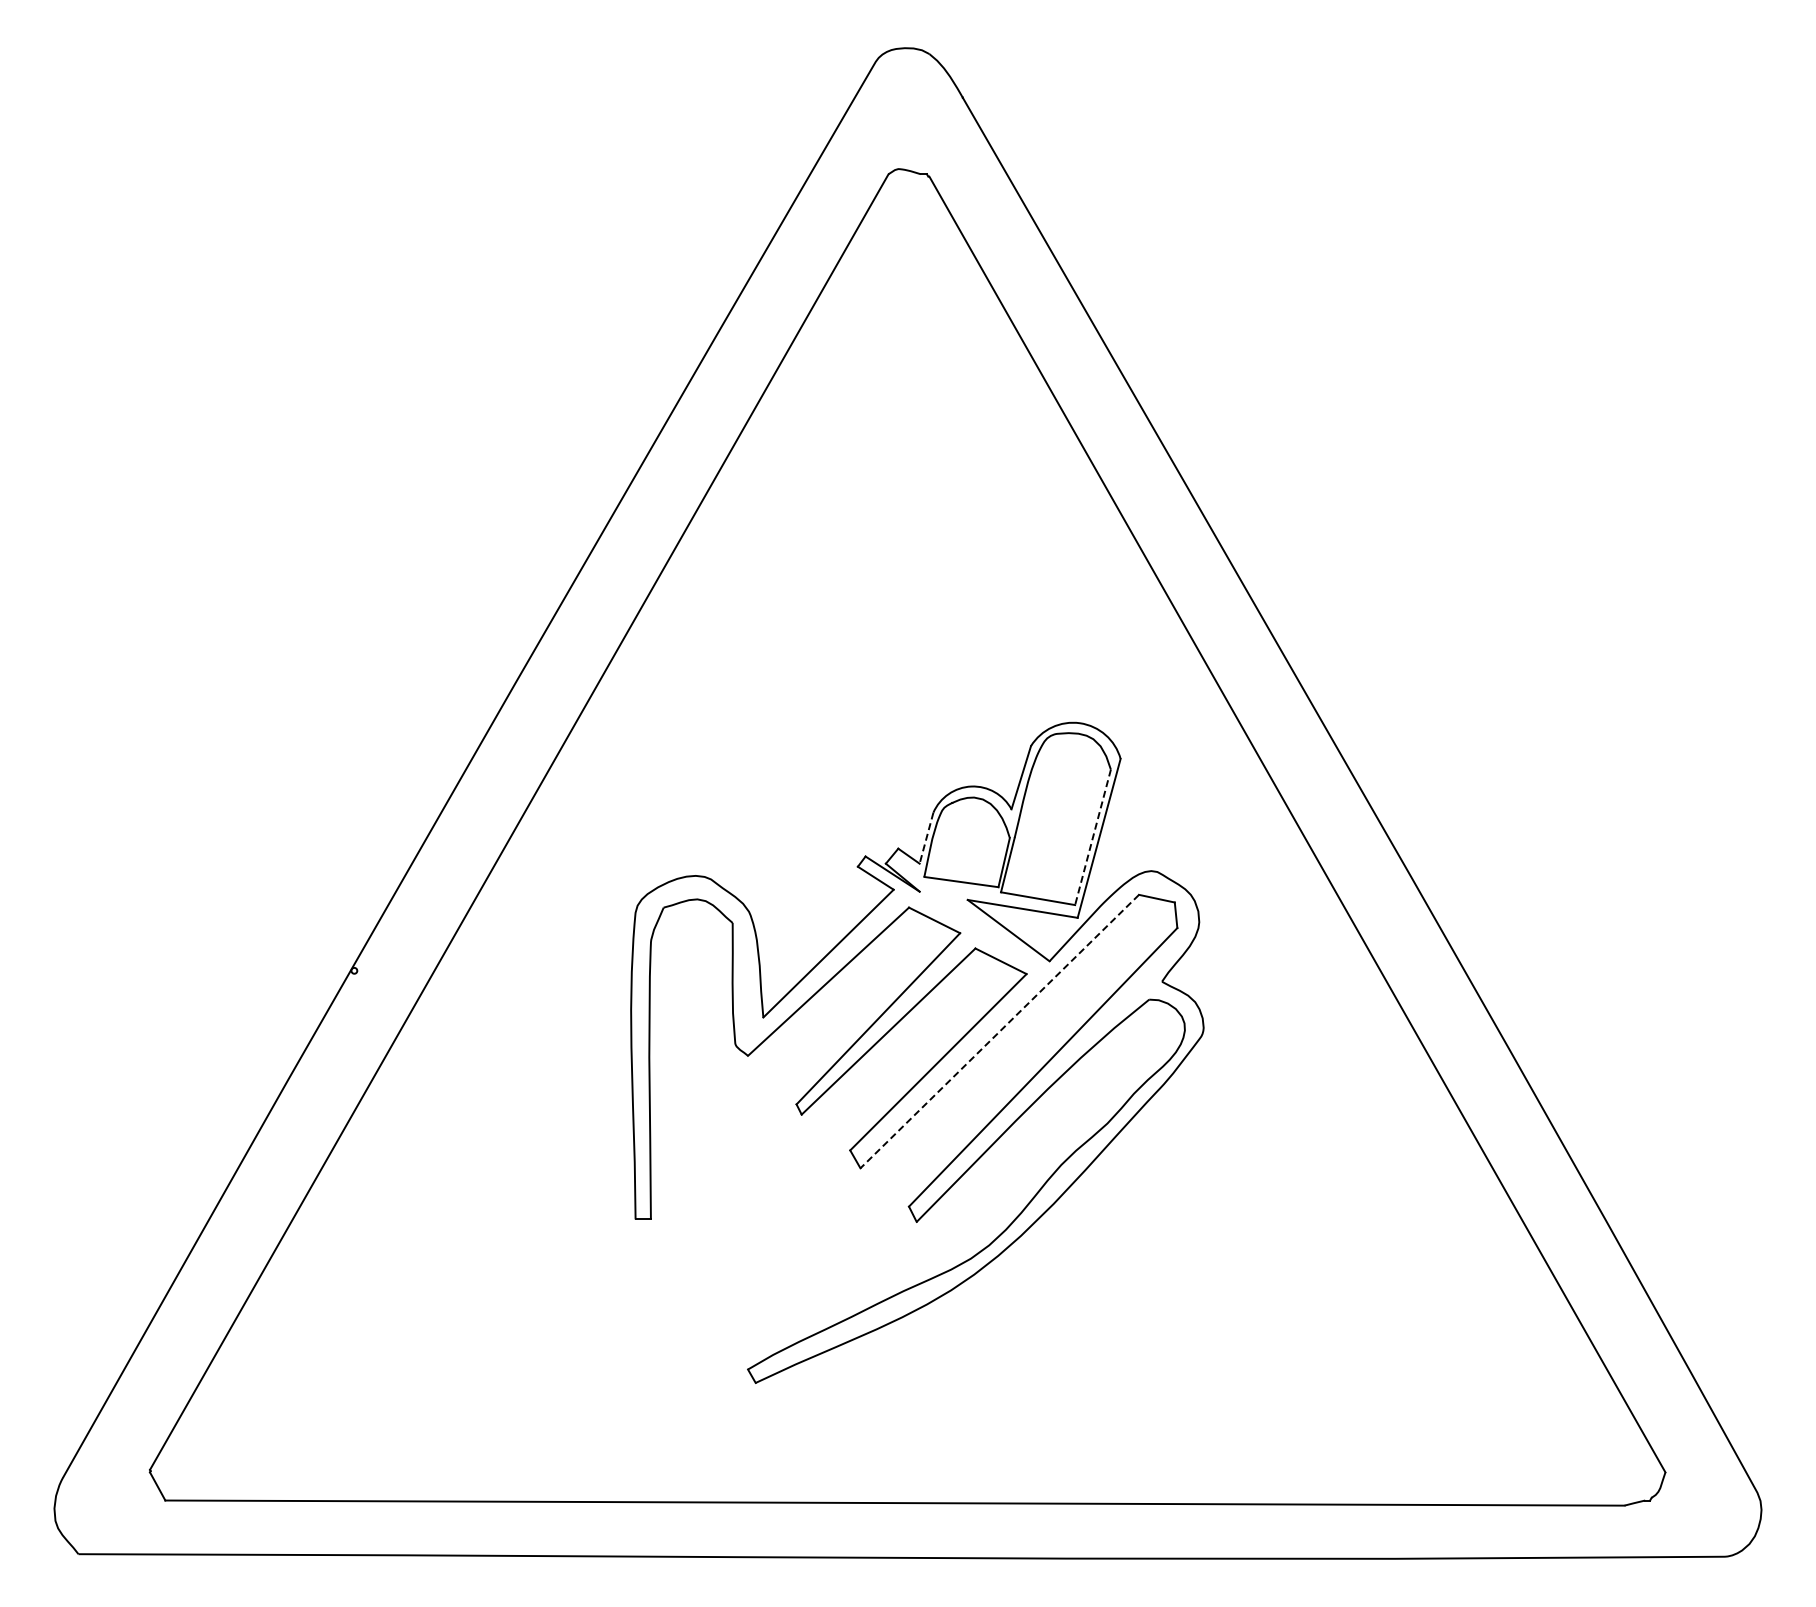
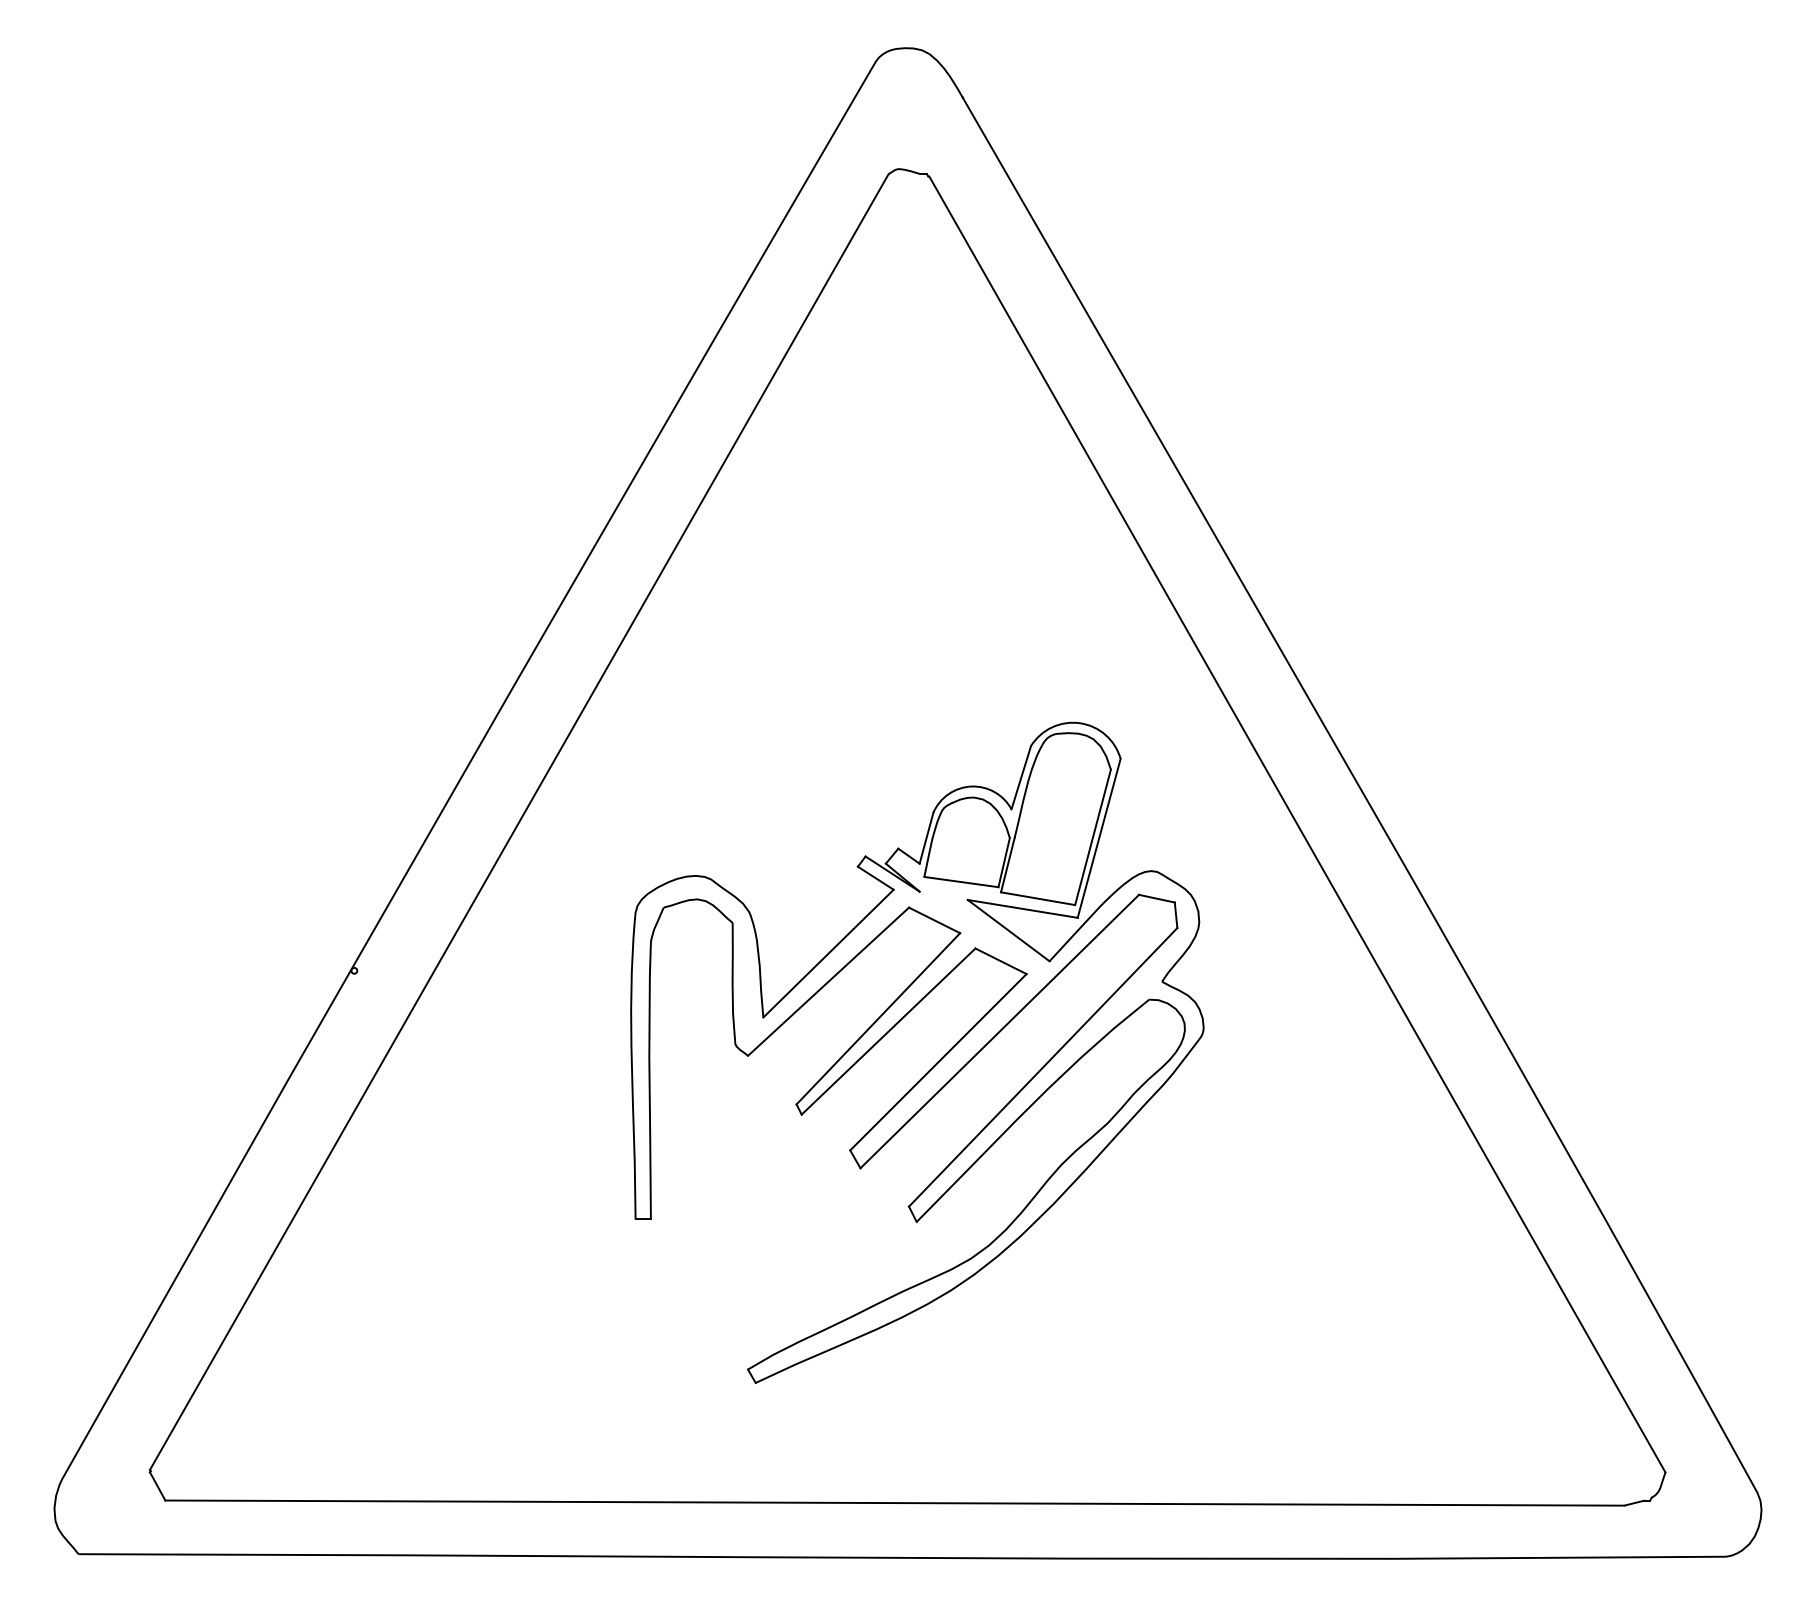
line at (1092, 837): dashed -> solid
line at (926, 838): dashed -> solid
line at (999, 1031): dashed -> solid
